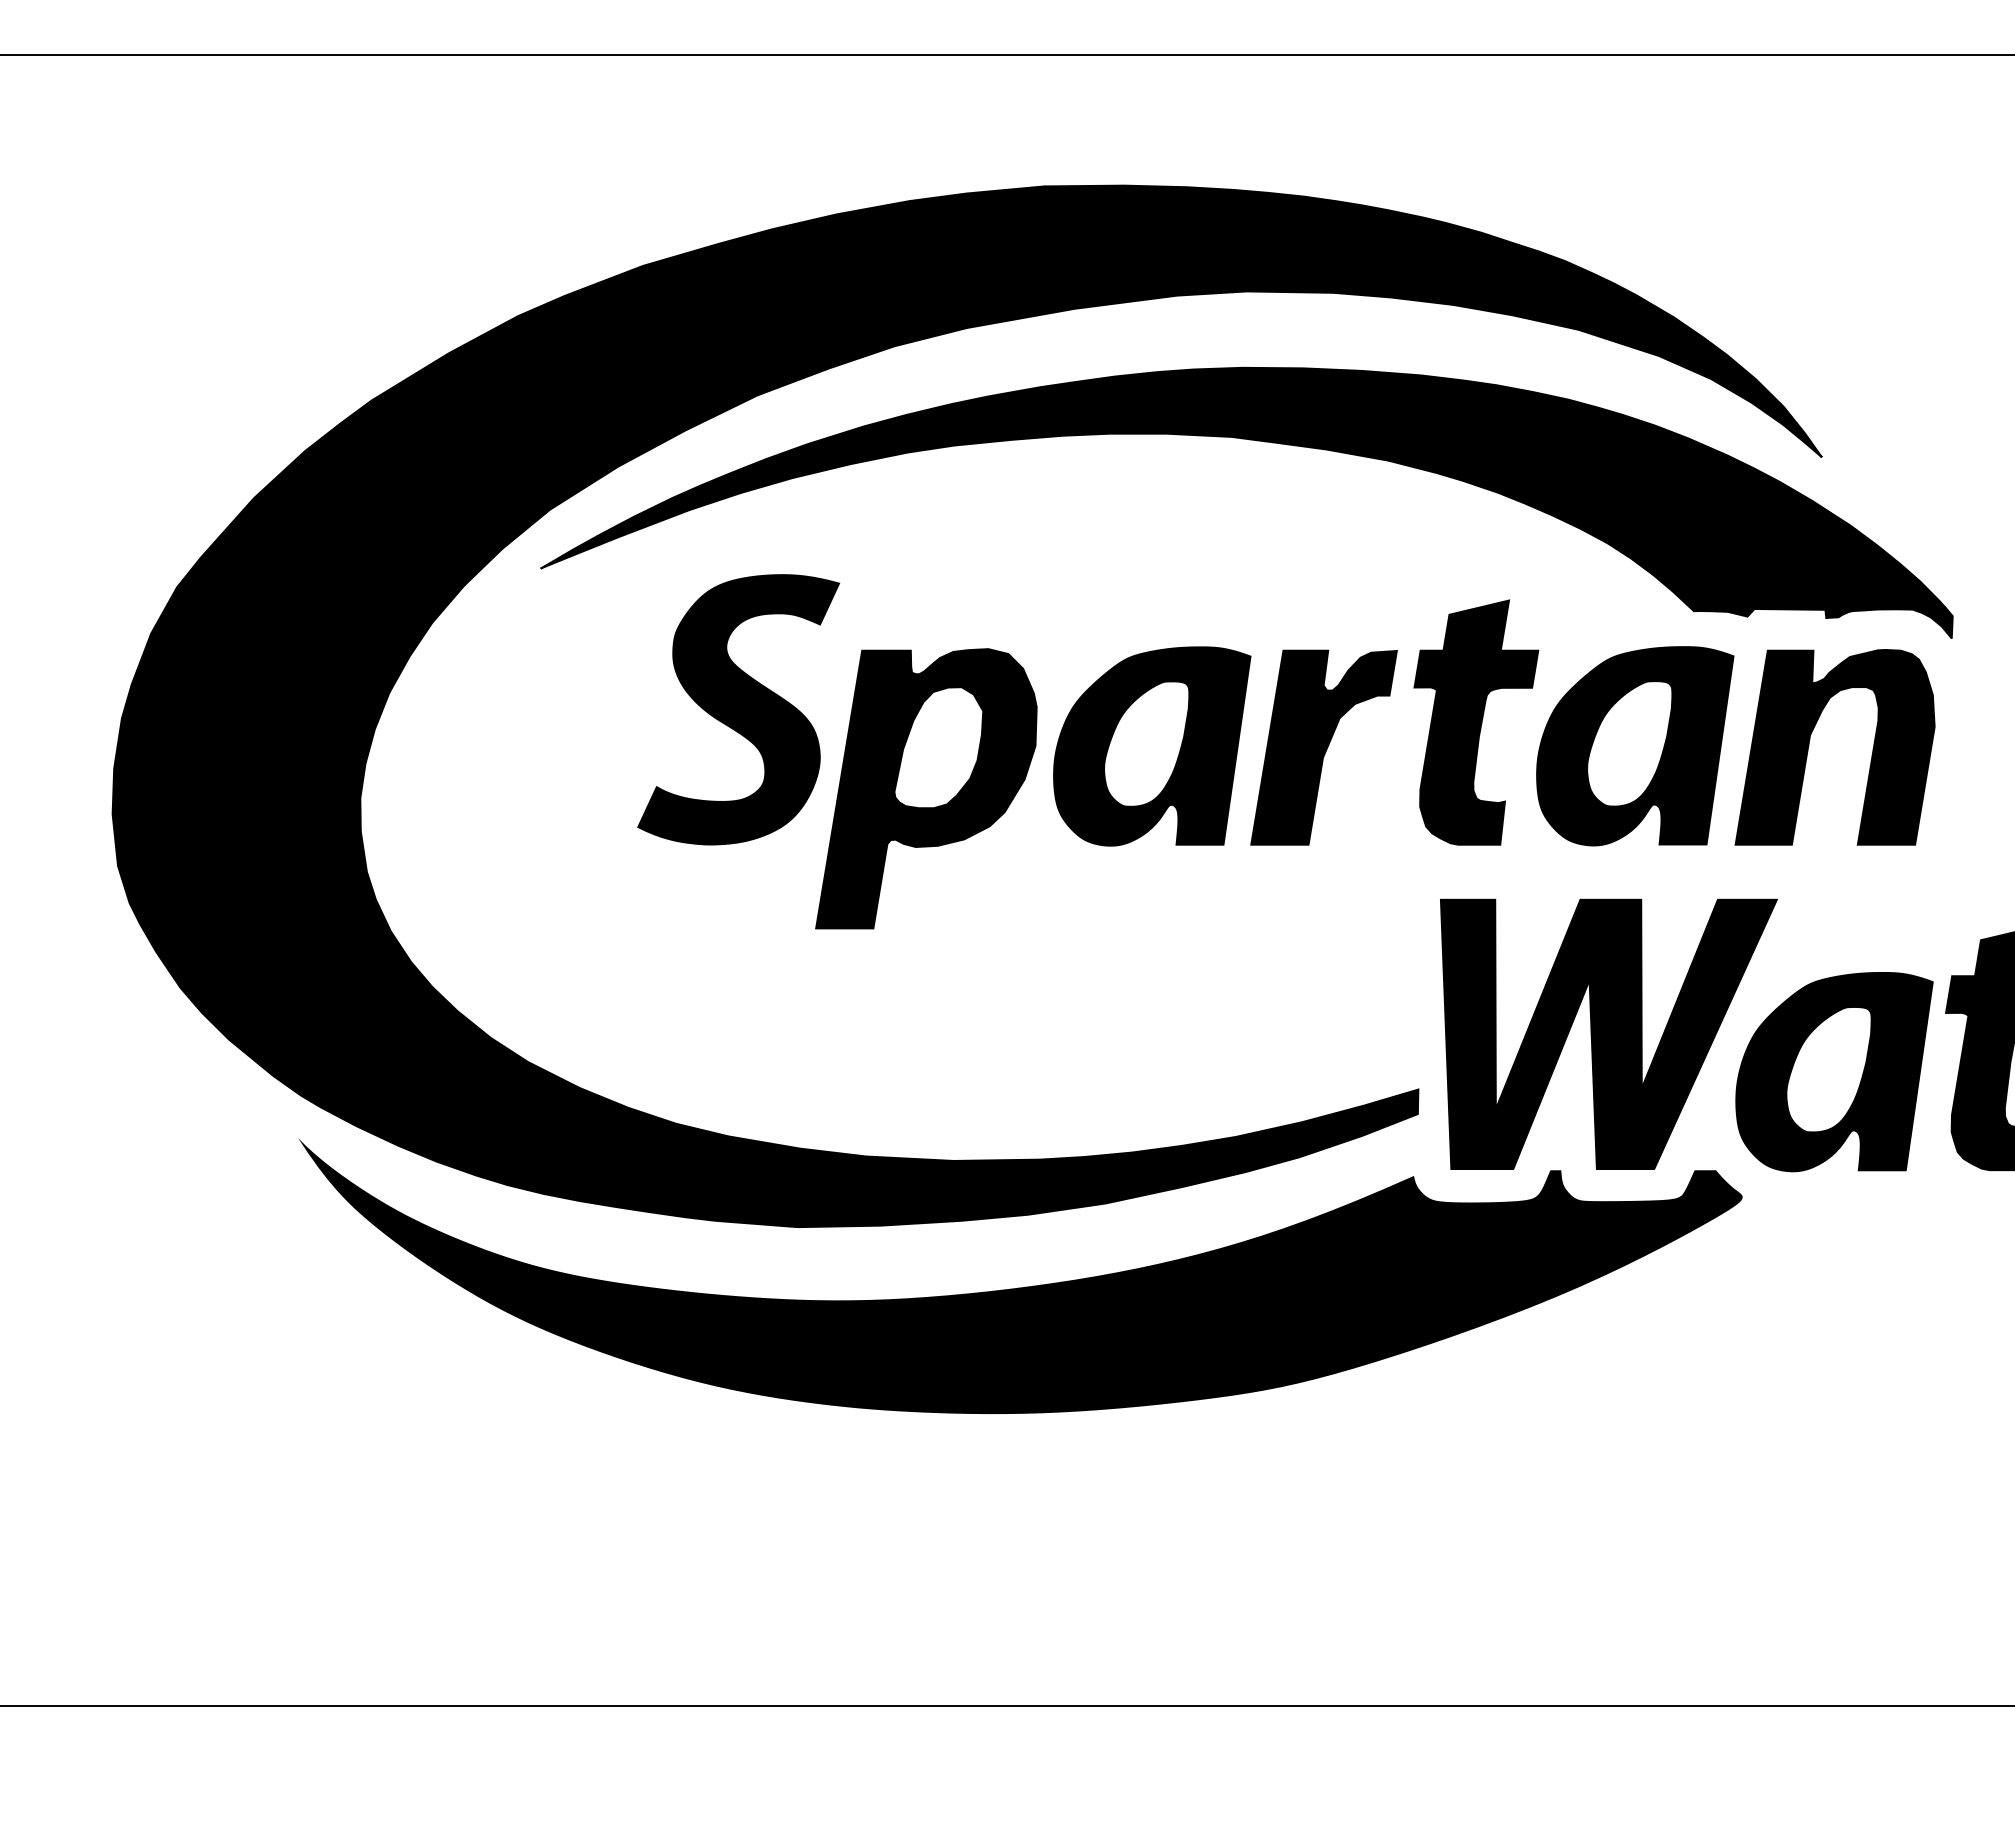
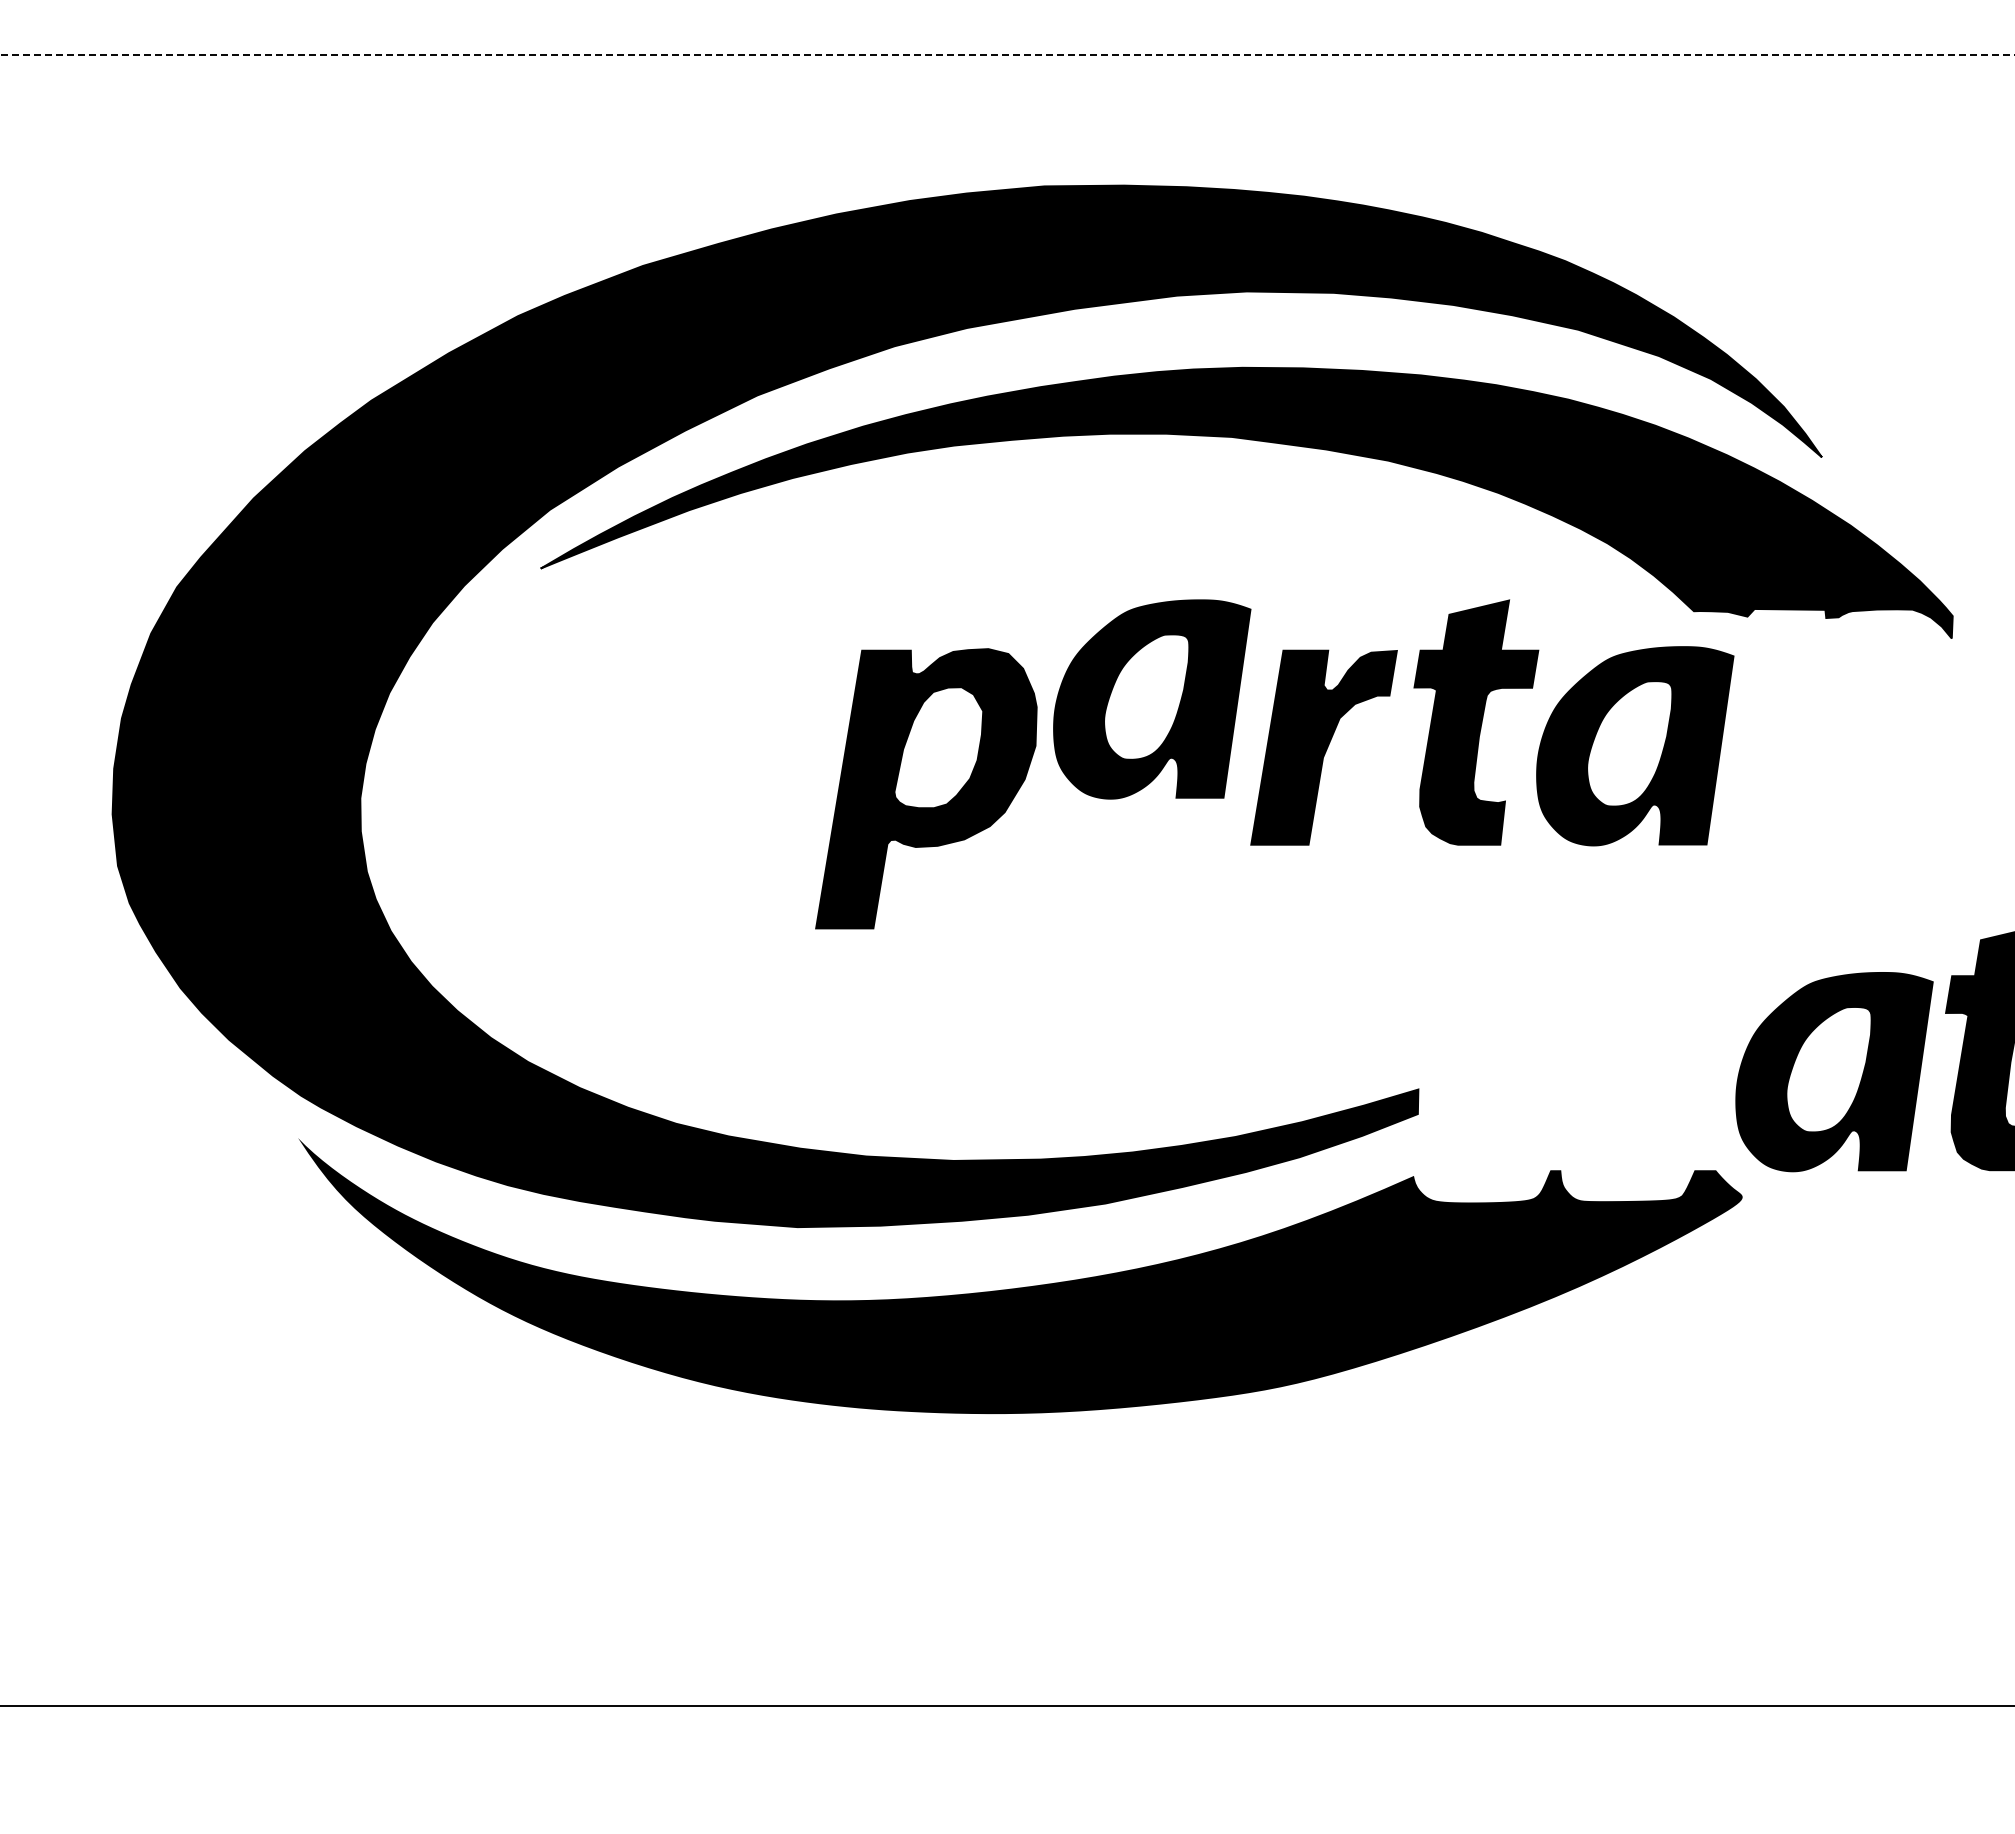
line at (1007, 55): solid -> dashed
part at (738, 709): present -> none
part at (1152, 746) position: (1152, 746) -> (1152, 699)
fill at (1834, 746): present -> none
fill at (1608, 1034): present -> none
